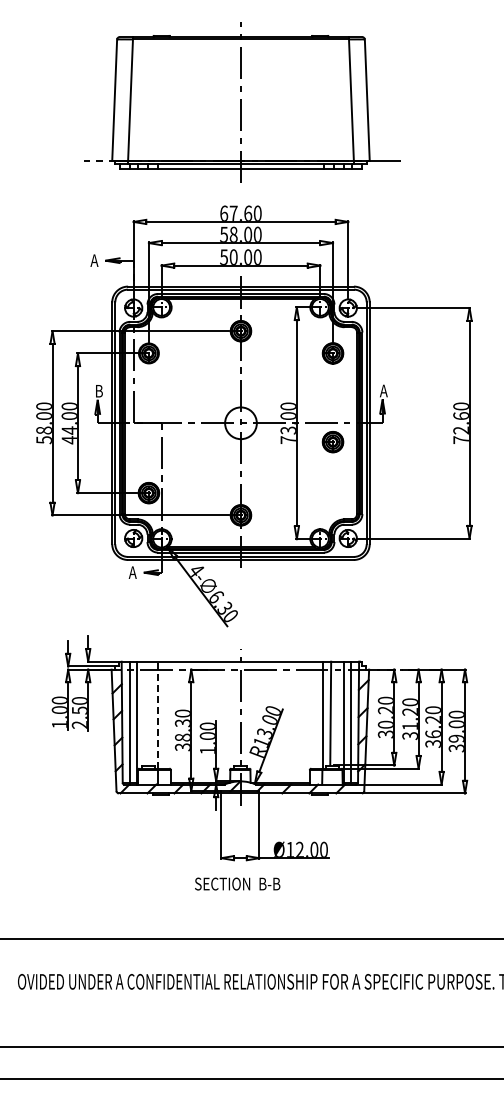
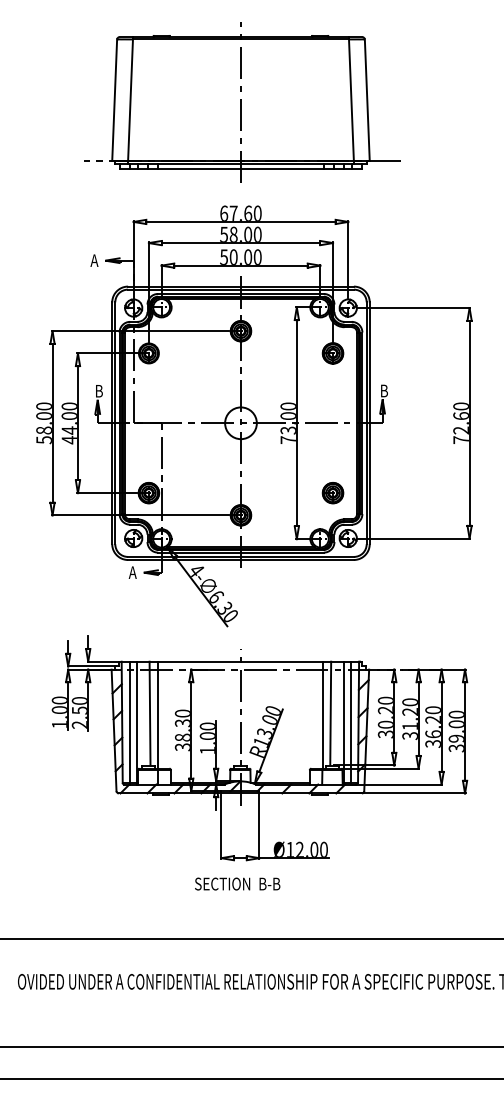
text at (383, 390): A -> B
part at (332, 442) position: (332, 442) -> (332, 493)
line at (149, 713): none -> present
line at (157, 714): dashed -> solid
